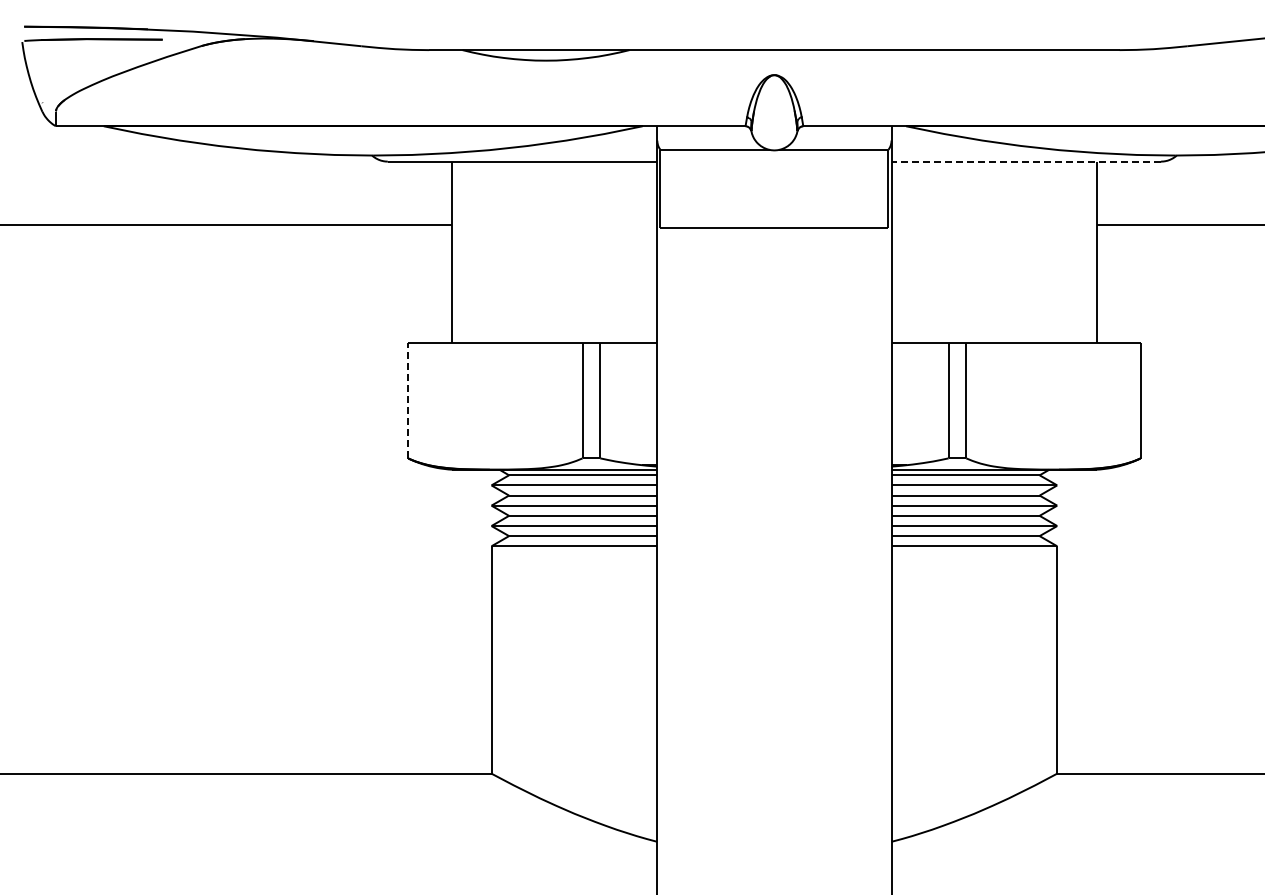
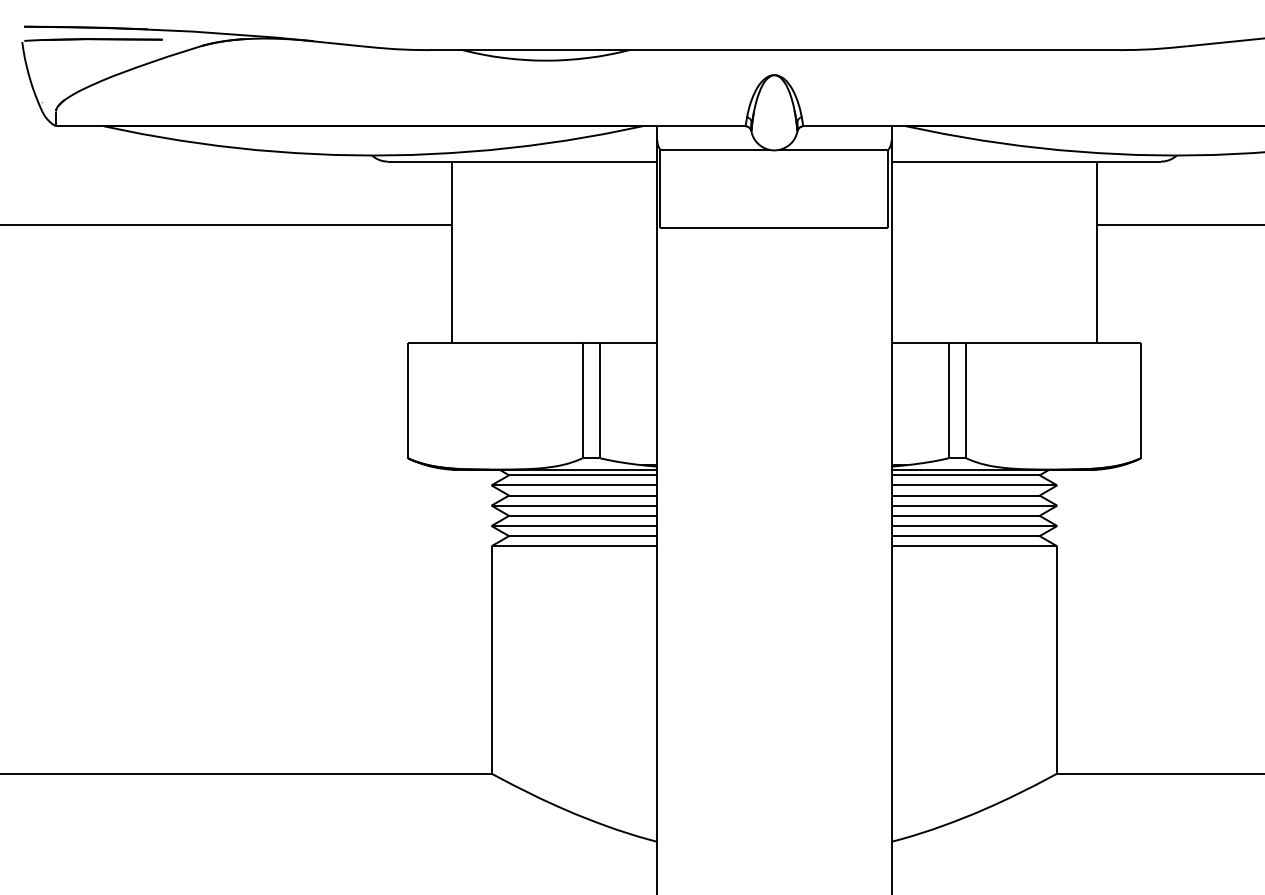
line at (1026, 161): dashed -> solid
line at (408, 400): dashed -> solid
